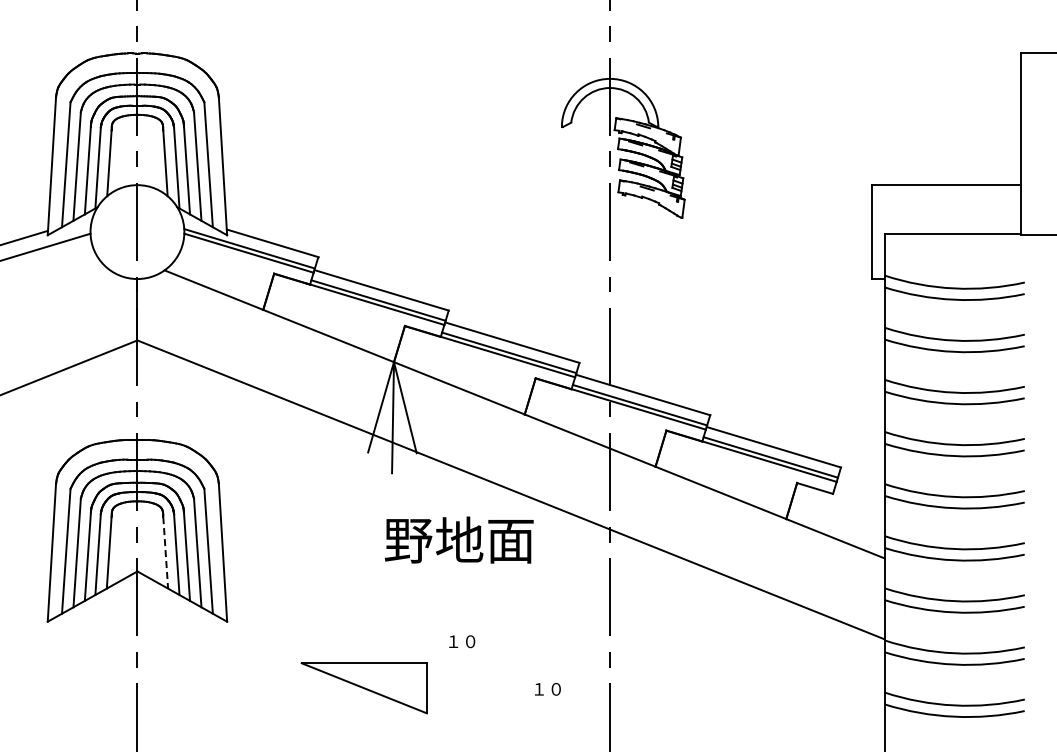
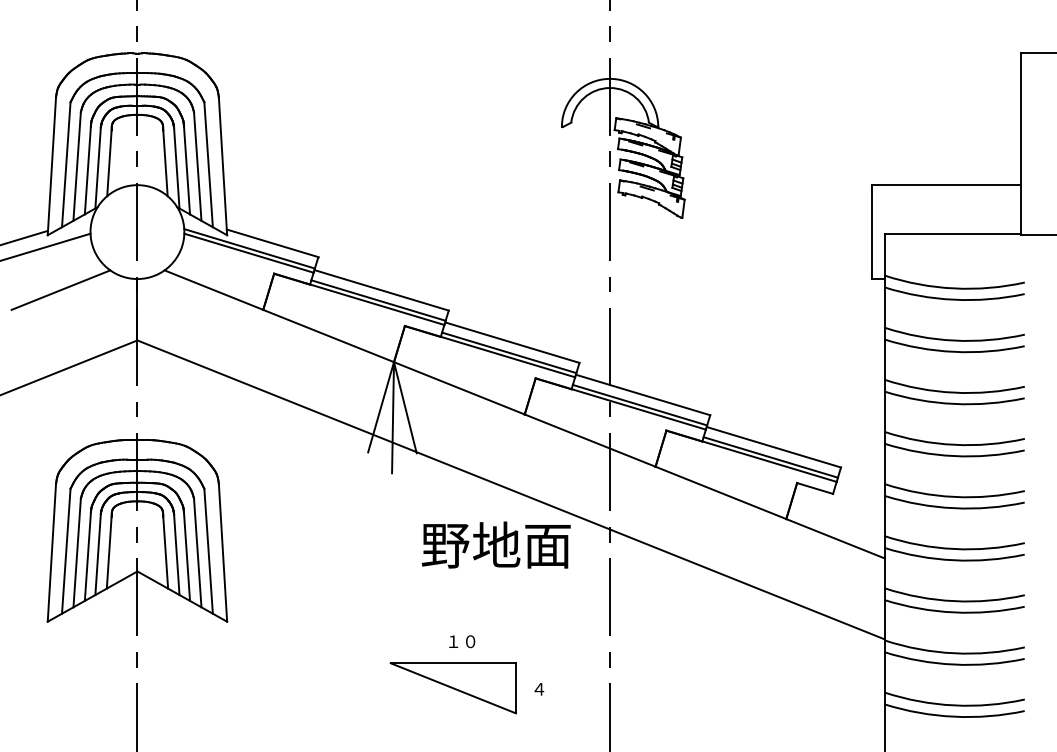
line at (60, 289): none -> present
text at (459, 539) position: (459, 539) -> (496, 544)
line at (165, 552): dashed -> solid
part at (363, 688) position: (363, 688) -> (452, 688)
text at (547, 689): １０ -> ４
